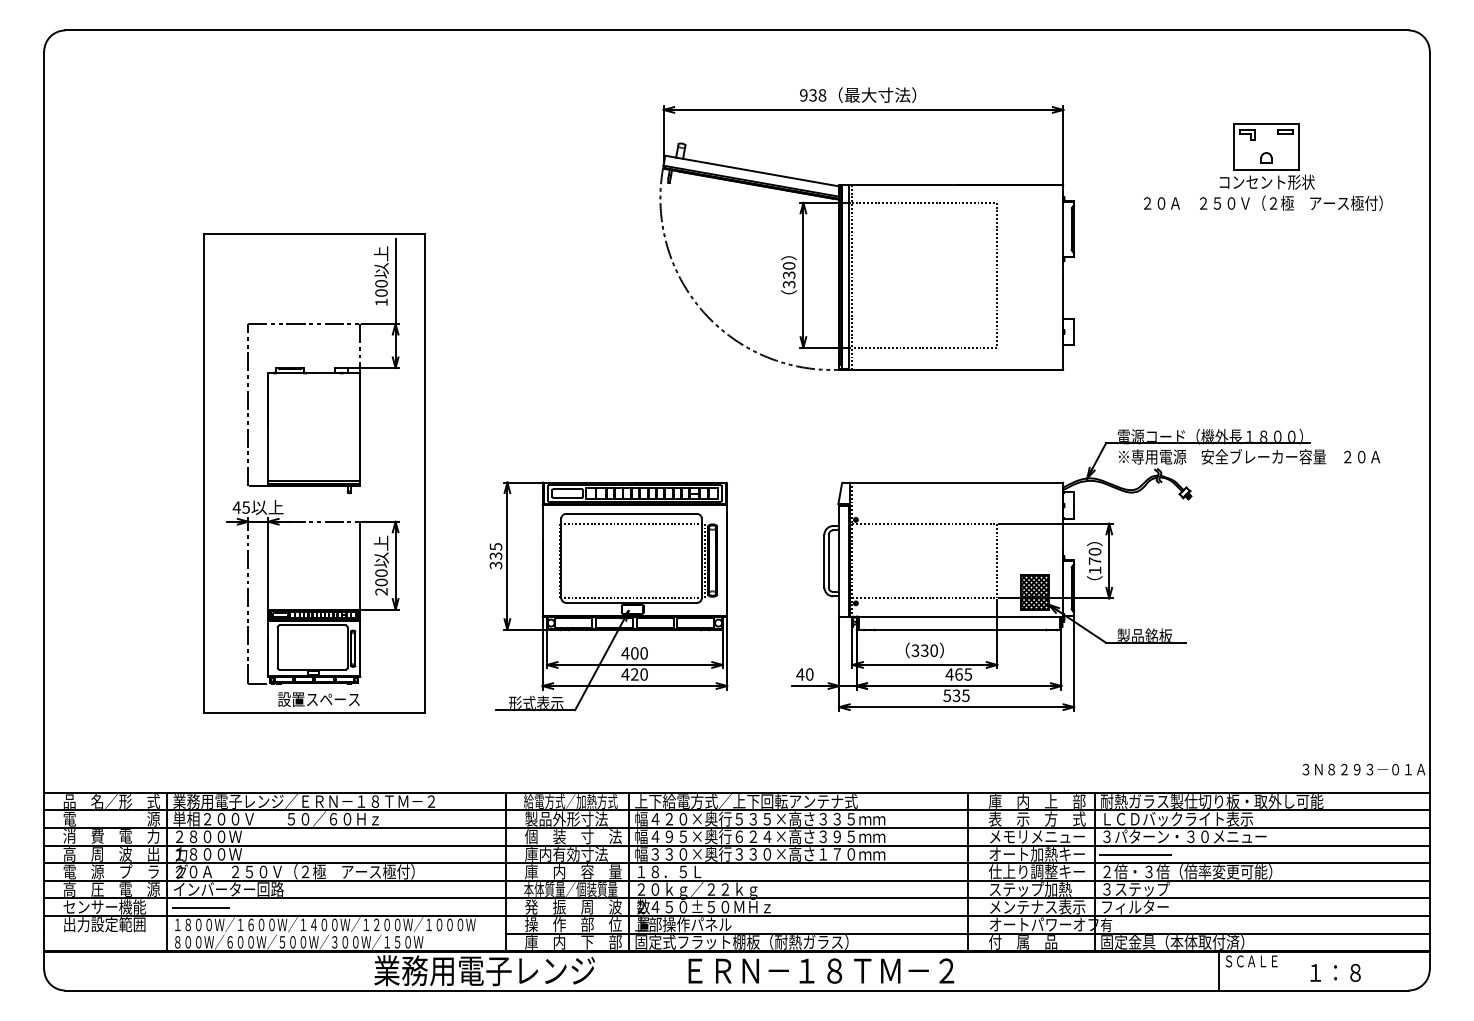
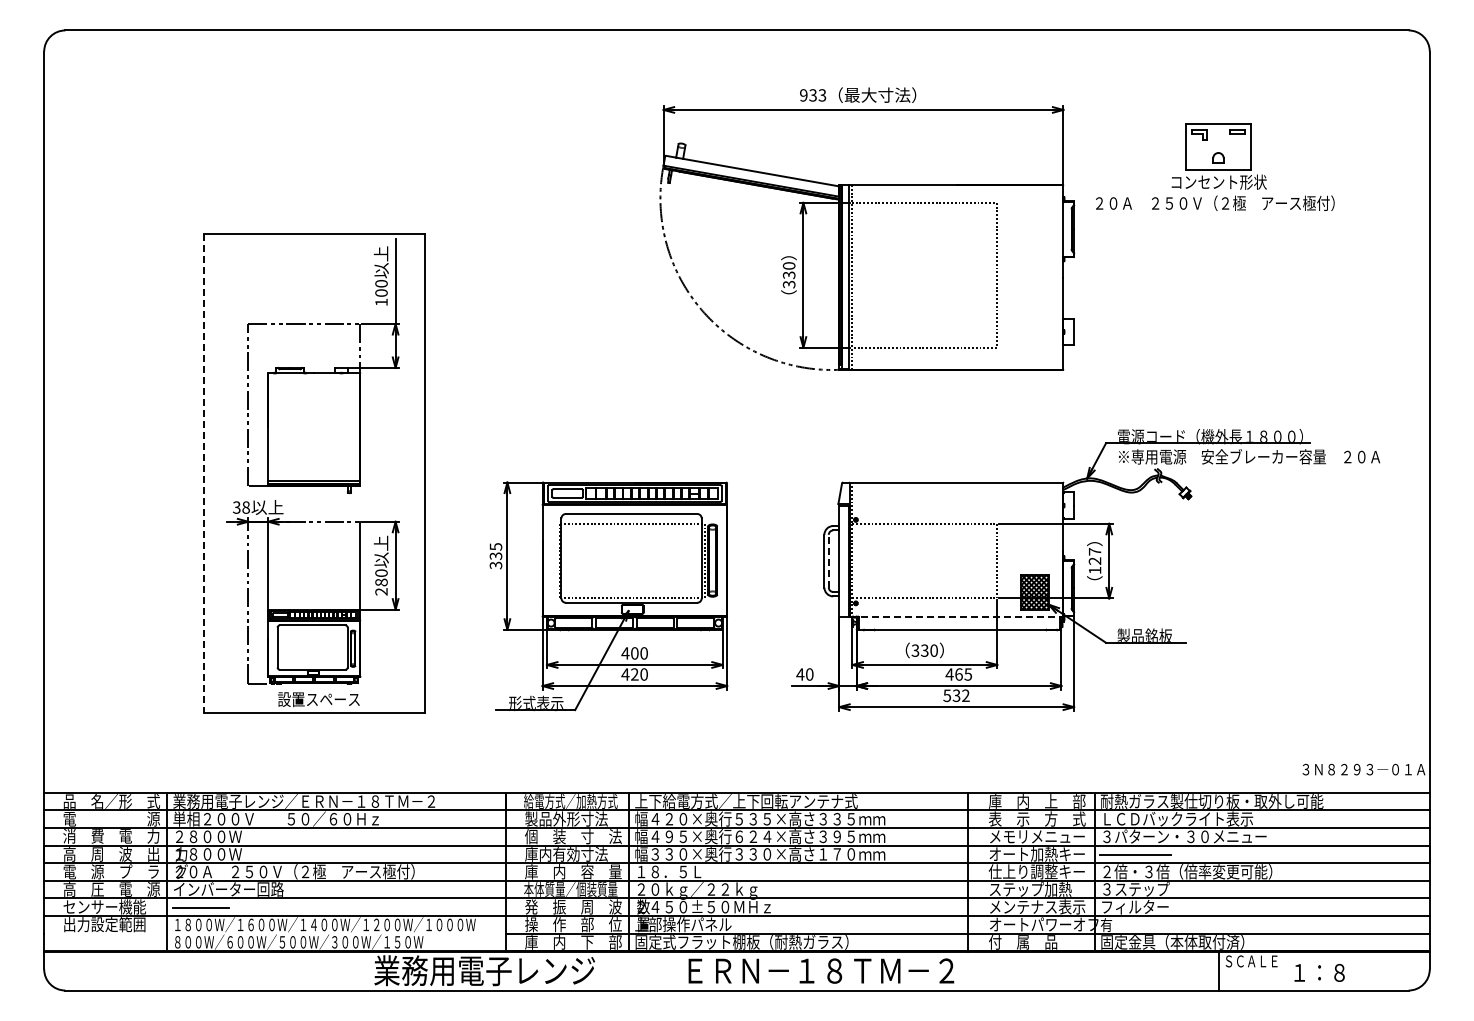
text at (822, 95): 938 -> 933
part at (1263, 166) position: (1263, 166) -> (1215, 166)
line at (203, 474): solid -> dashed
text at (240, 507): 45 -> 38
text at (1094, 556): 170 -> 127
line at (828, 560): solid -> dashed
text at (381, 582): 200 -> 280
line at (956, 616): solid -> dashed
text at (965, 695): 535 -> 532
text at (1335, 972) position: (1335, 972) -> (1319, 972)
